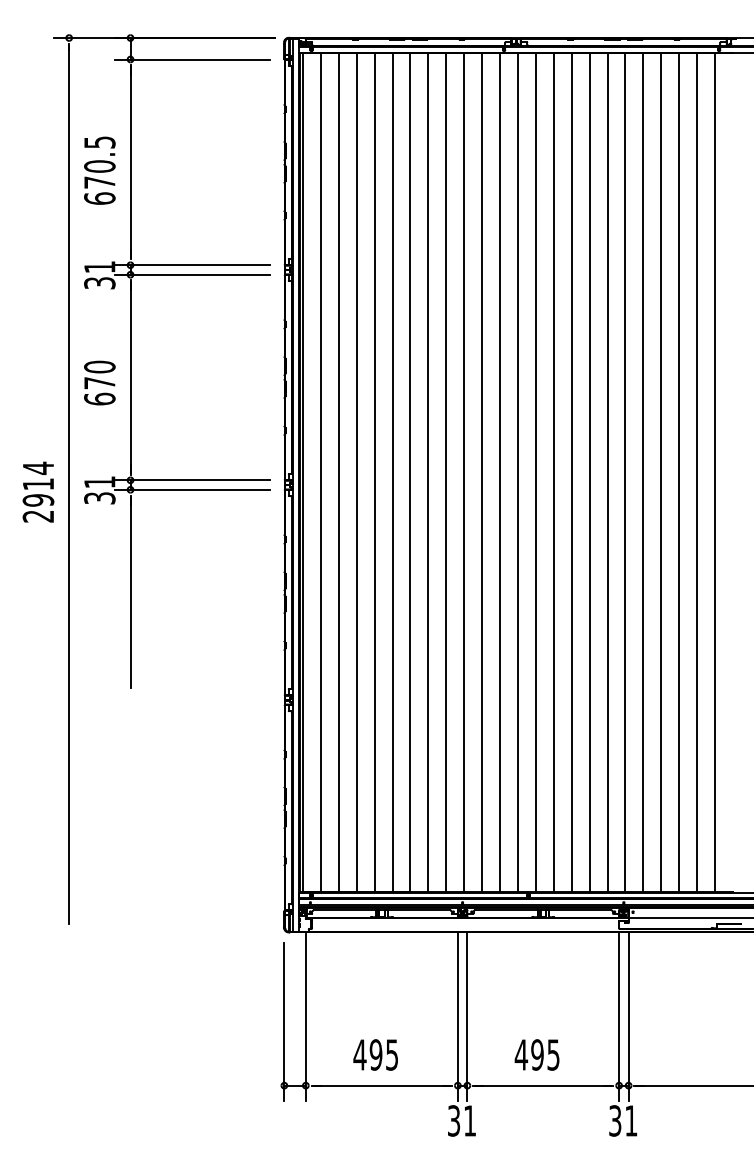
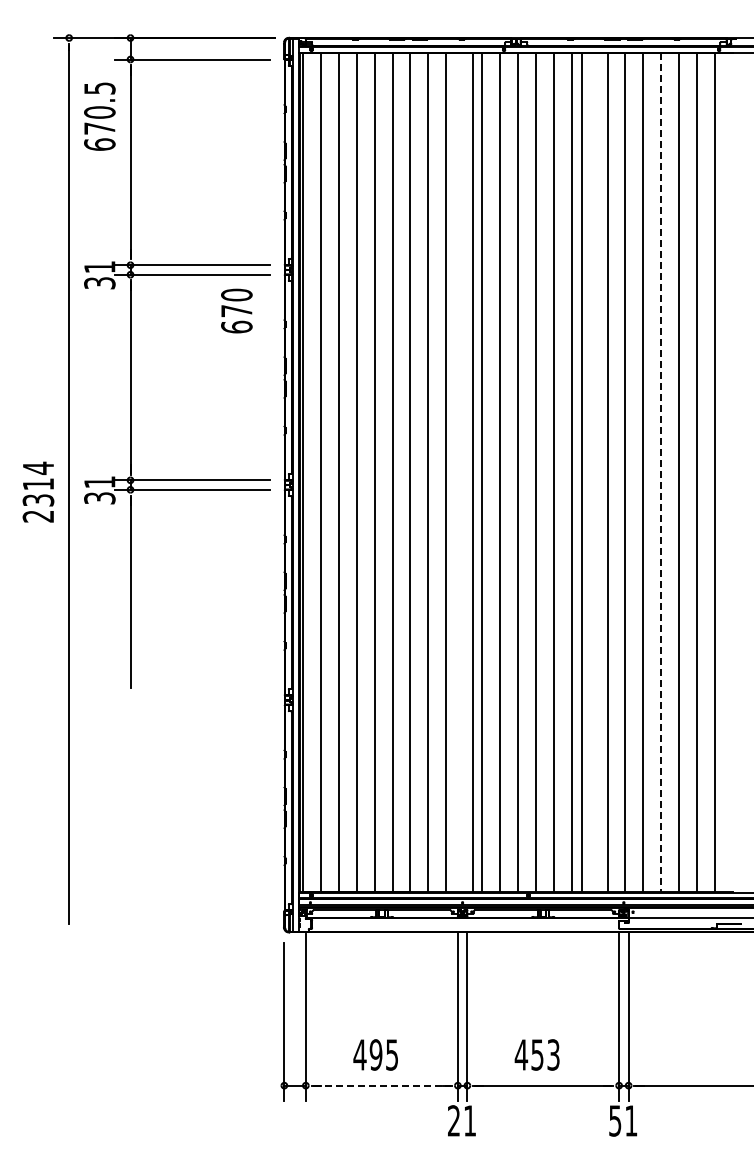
text at (99, 170) position: (99, 170) -> (99, 116)
text at (99, 382) position: (99, 382) -> (236, 310)
line at (464, 472) position: (464, 472) -> (473, 472)
line at (589, 472) position: (589, 472) -> (581, 472)
line at (661, 472): solid -> dashed
text at (38, 500): 2914 -> 2314
text at (545, 1054): 495 -> 453
line at (382, 1085): solid -> dashed
text at (454, 1120): 31 -> 21
text at (615, 1120): 31 -> 51
